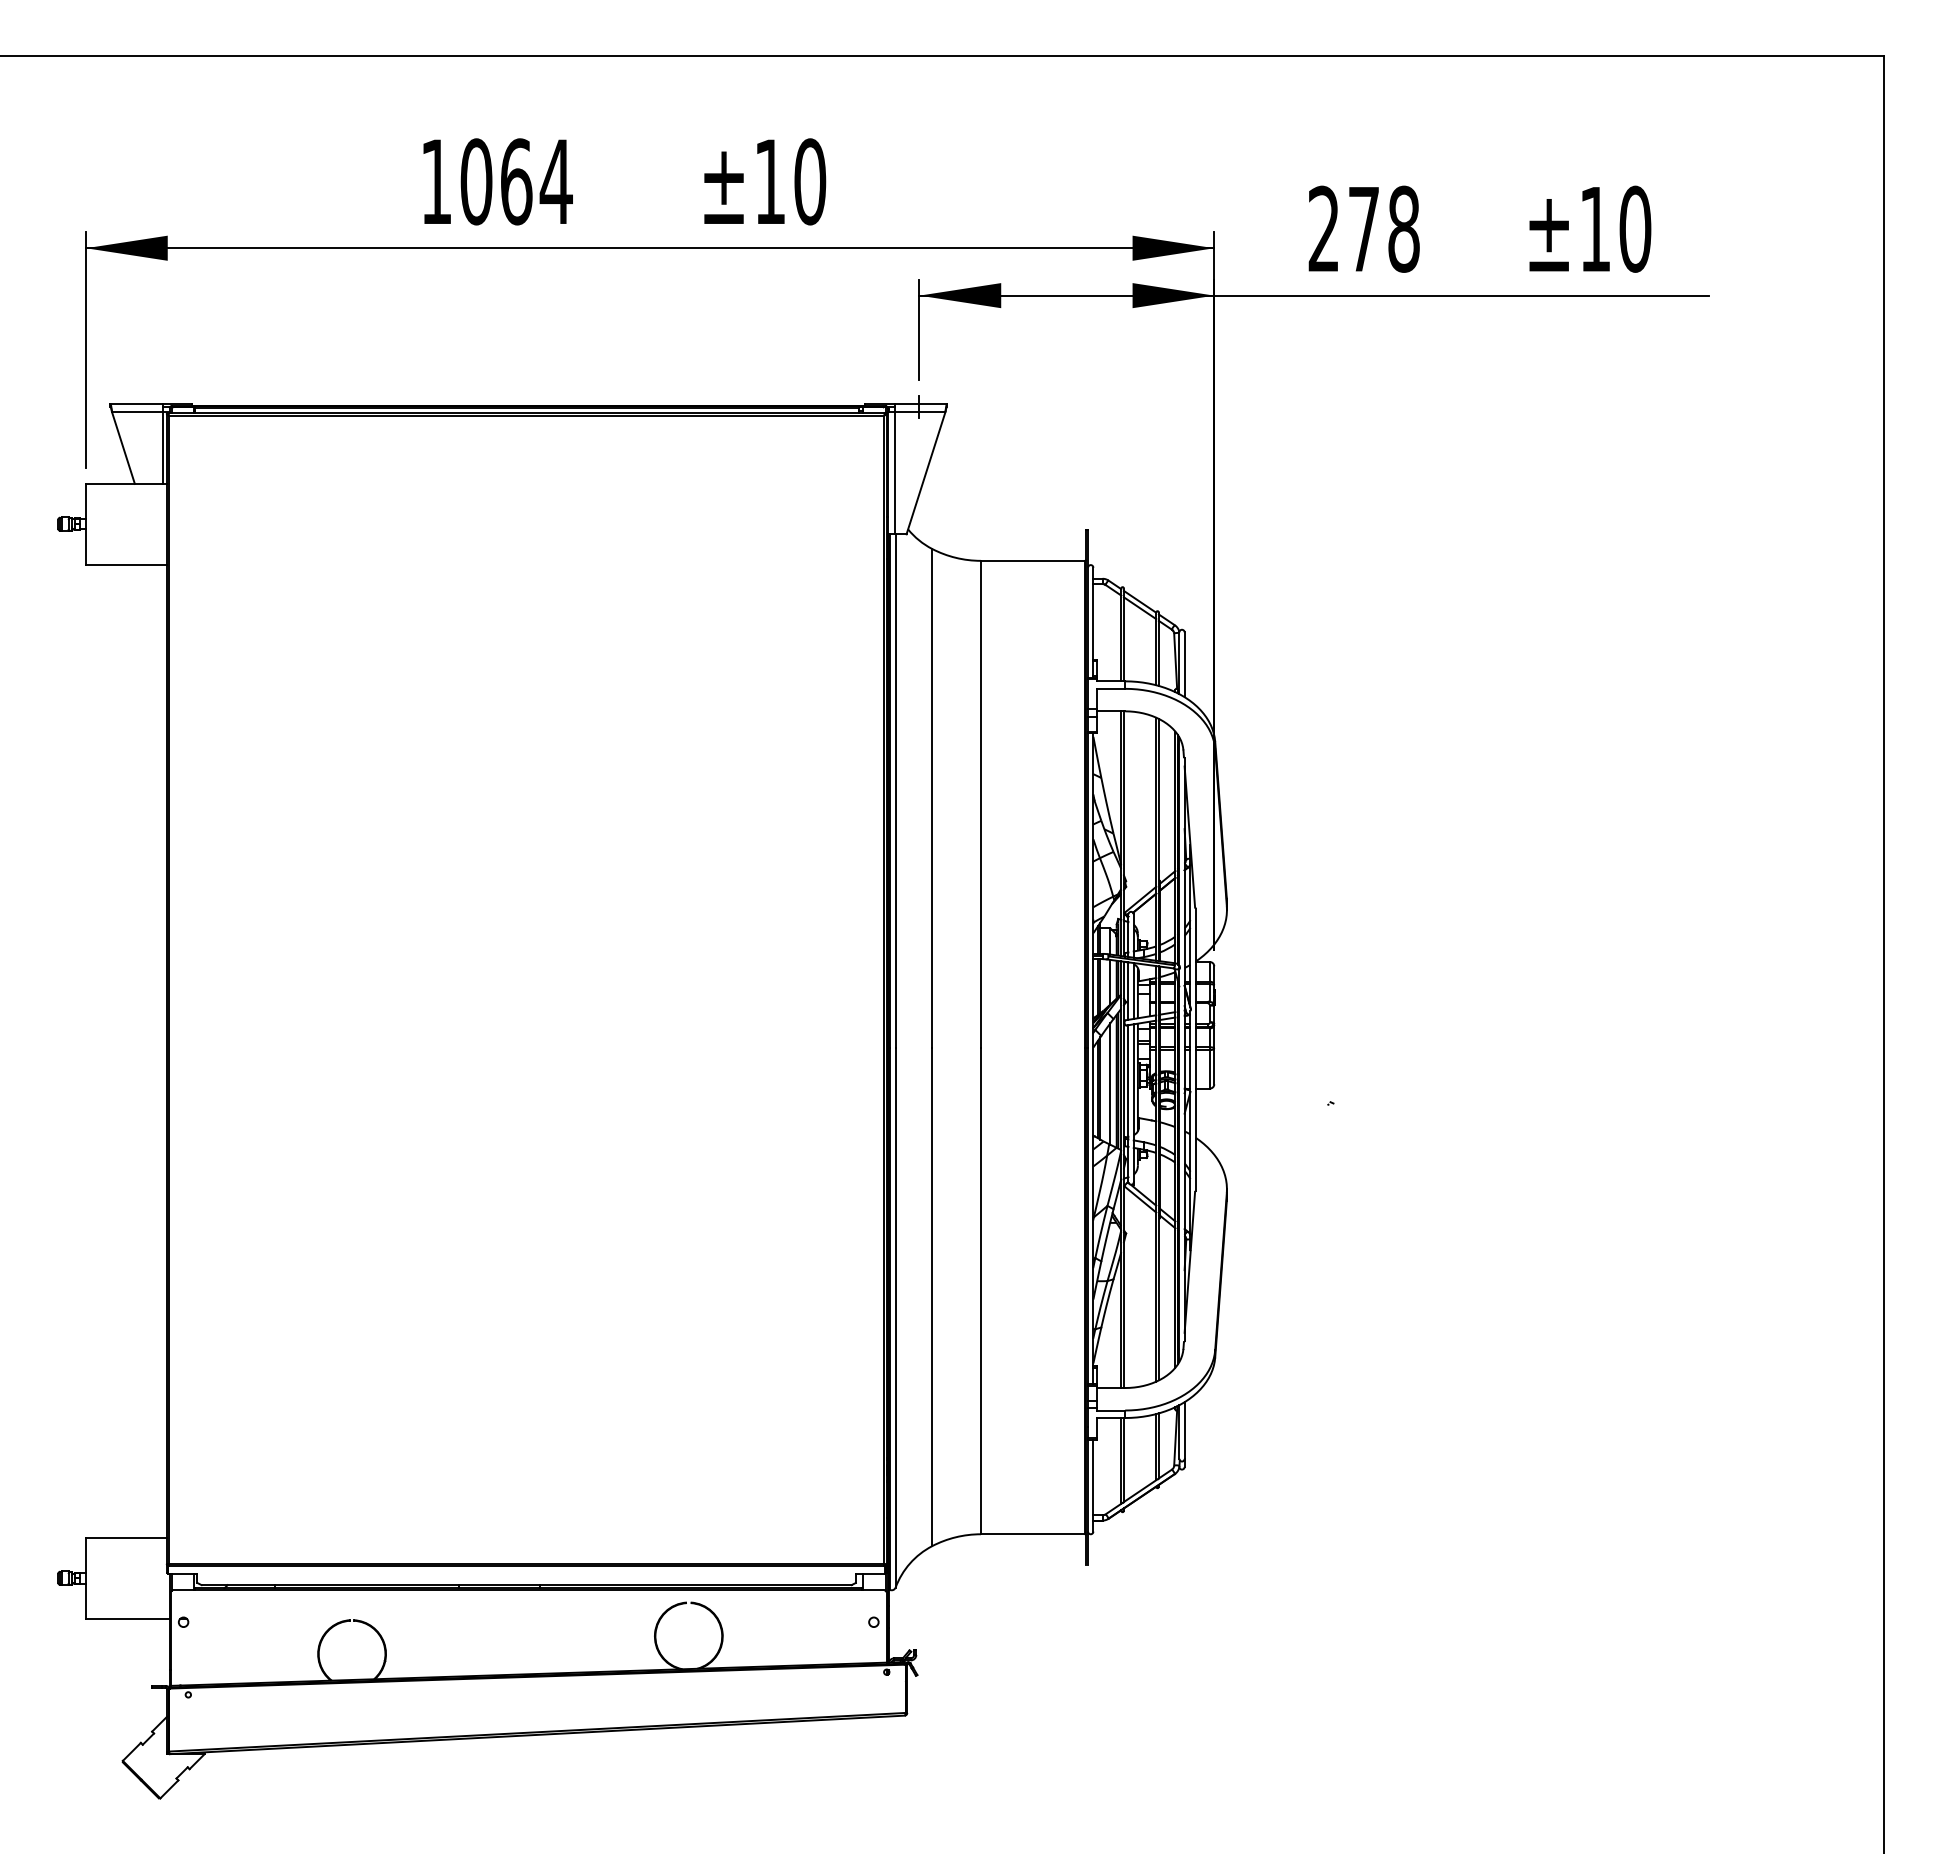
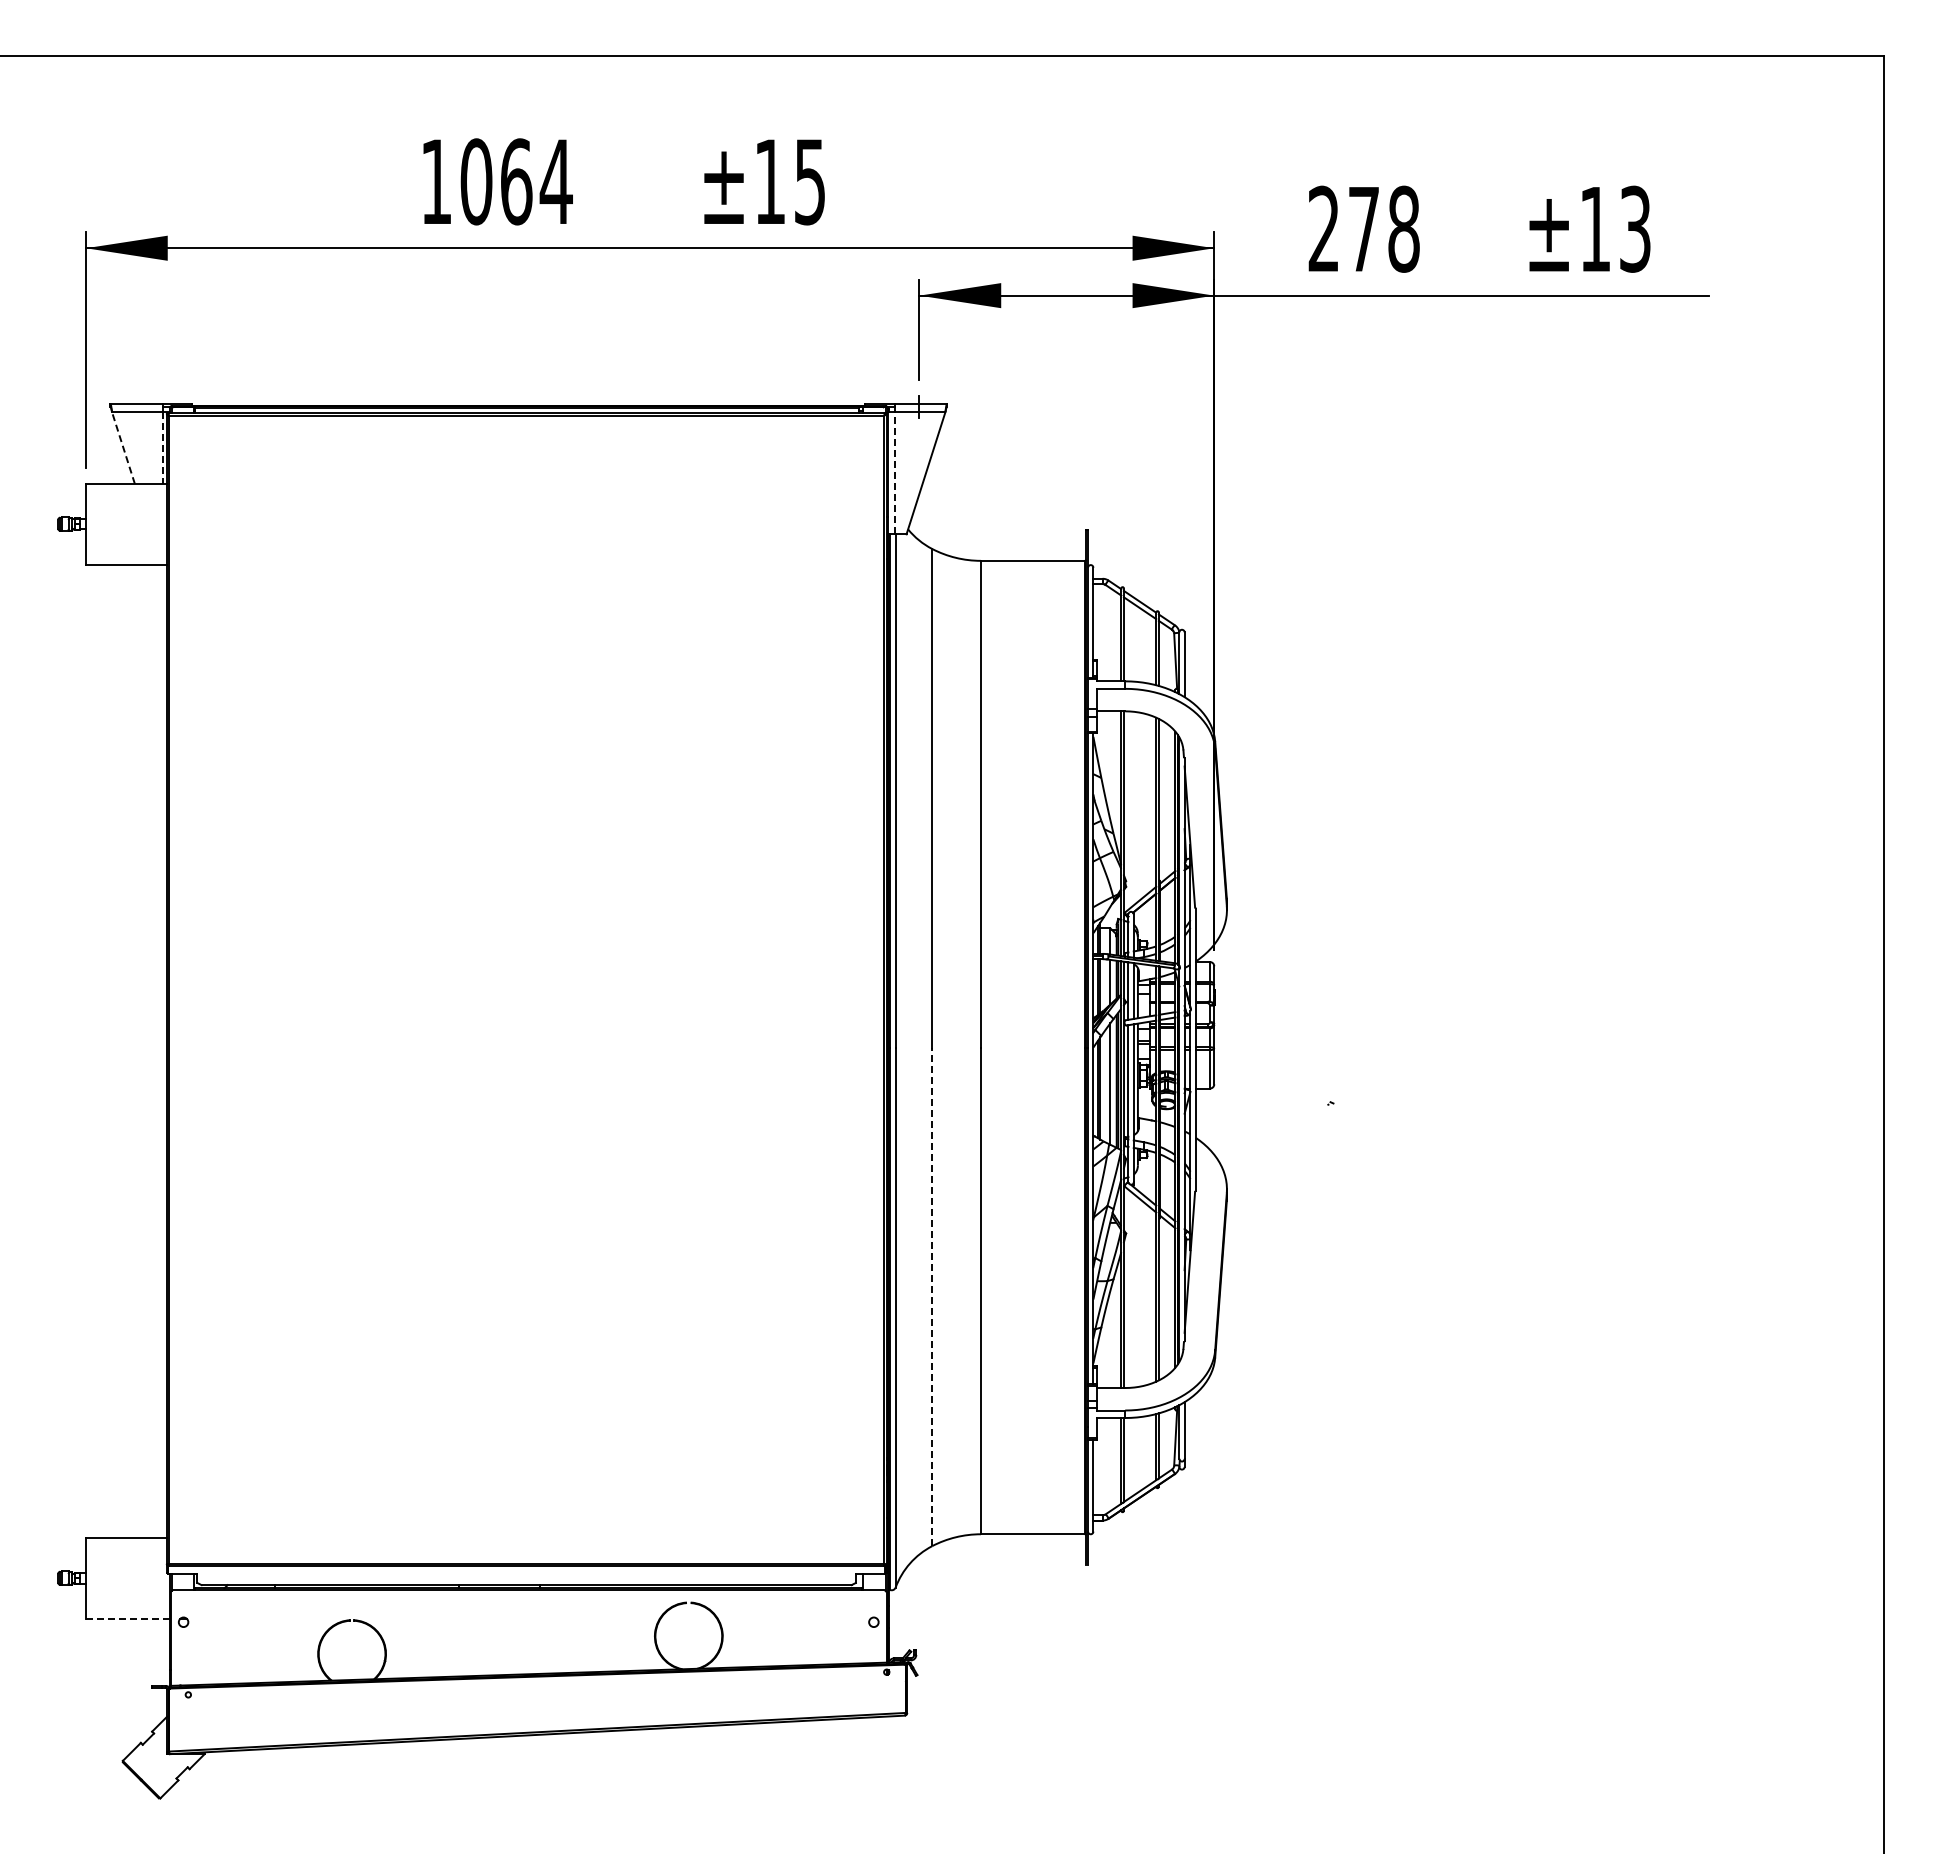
text at (810, 181): ±10 -> ±15
text at (1635, 228): ±10 -> ±13
line at (123, 448): solid -> dashed
line at (162, 448): solid -> dashed
line at (894, 472): solid -> dashed
line at (932, 1296): solid -> dashed
line at (127, 1618): solid -> dashed
